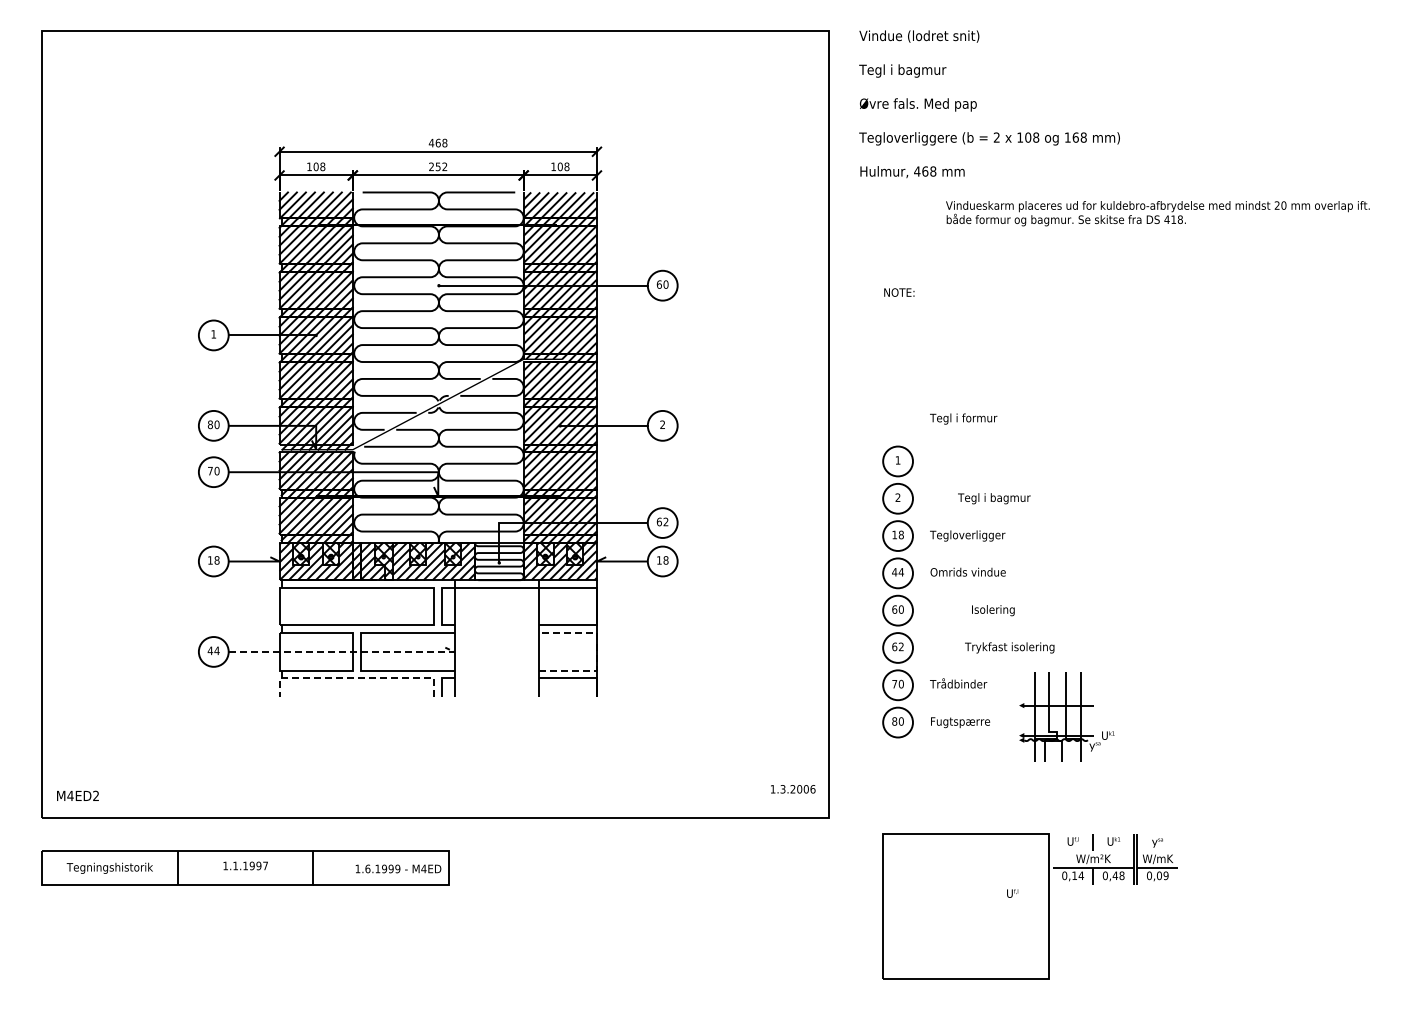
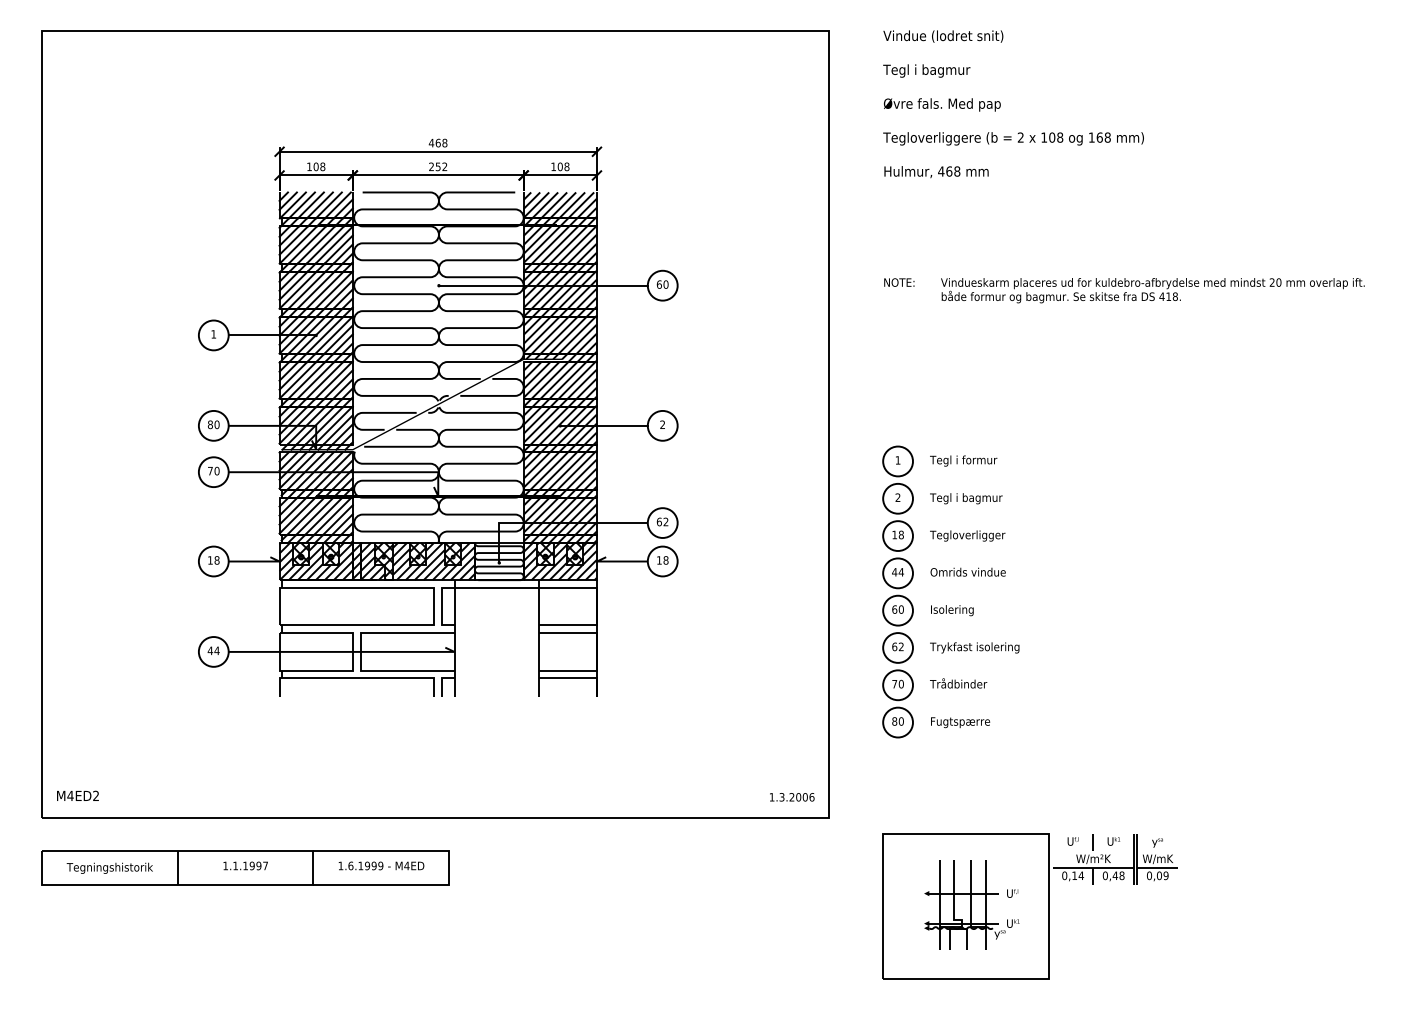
text at (989, 104) position: (989, 104) -> (1013, 104)
text at (1157, 213) position: (1157, 213) -> (1152, 290)
text at (899, 292) position: (899, 292) -> (899, 282)
text at (963, 418) position: (963, 418) -> (963, 460)
text at (994, 498) position: (994, 498) -> (966, 498)
text at (993, 610) position: (993, 610) -> (952, 610)
text at (1009, 647) position: (1009, 647) -> (974, 647)
line at (347, 651): dashed -> solid
line at (596, 651): dashed -> solid
line at (356, 678): dashed -> solid
part at (1066, 716) position: (1066, 716) -> (971, 904)
text at (793, 789) position: (793, 789) -> (792, 797)
text at (398, 868) position: (398, 868) -> (381, 865)
